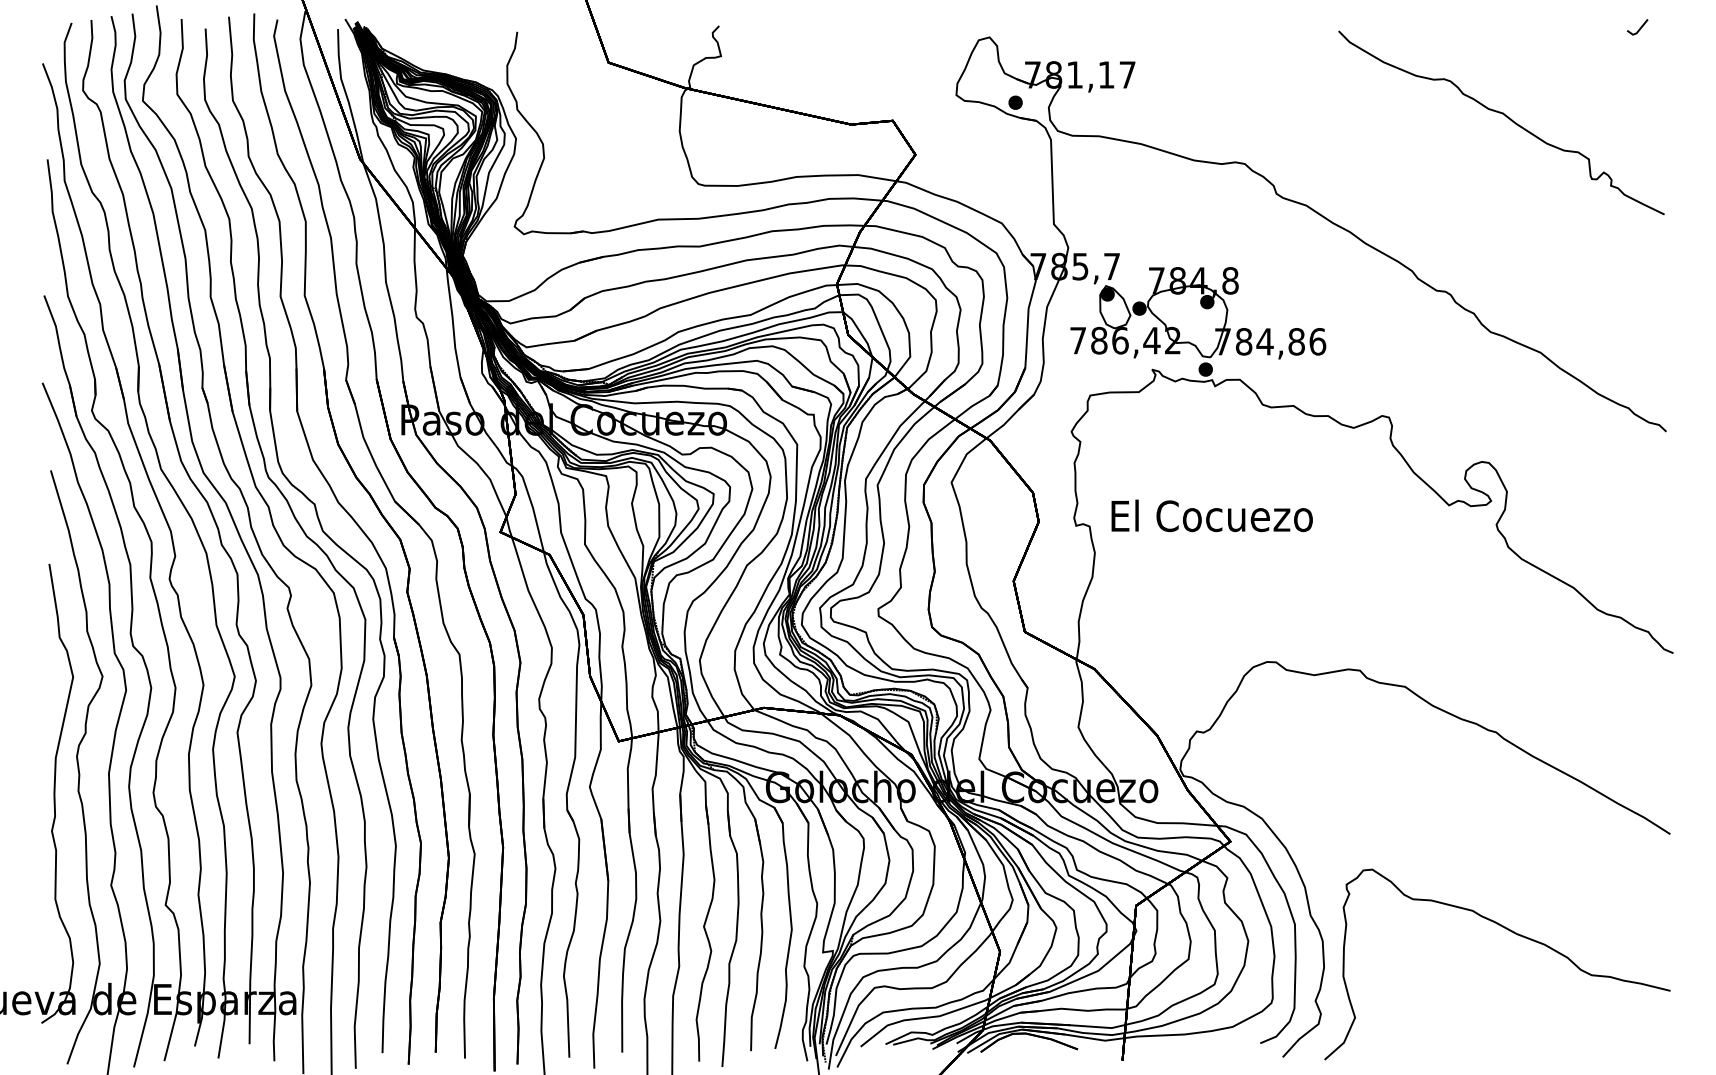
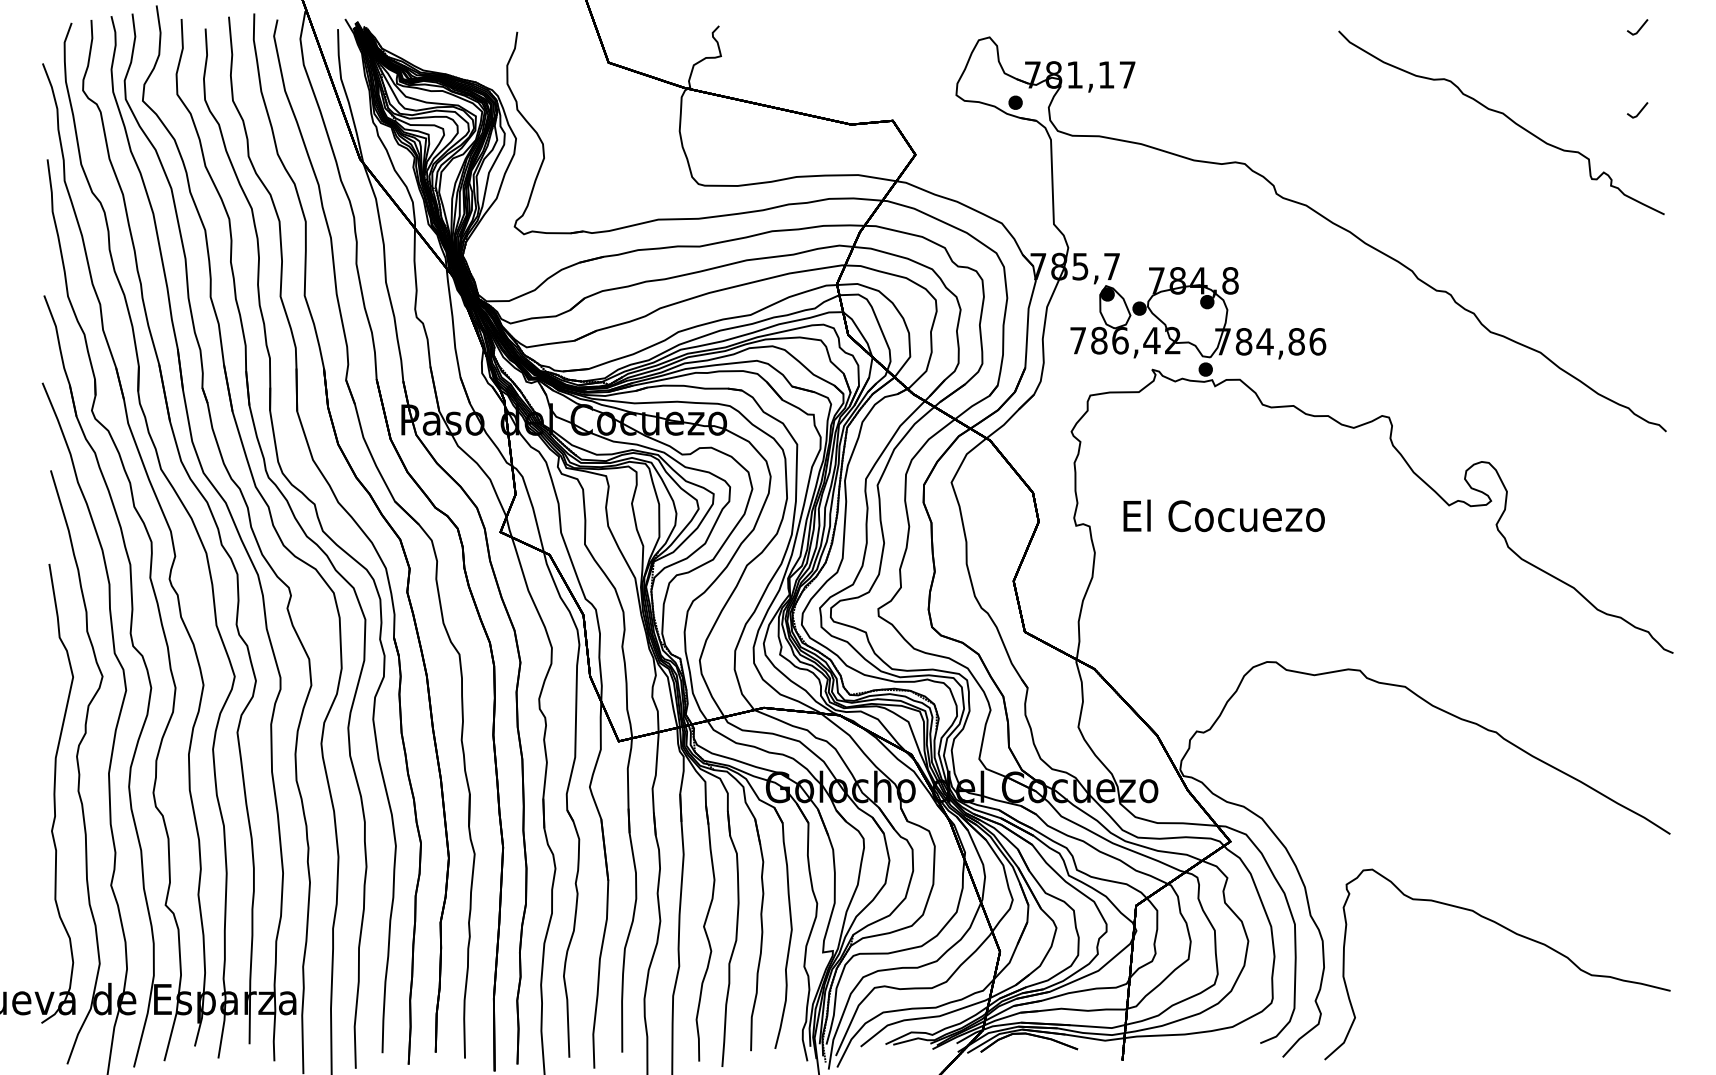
line at (1639, 111): none -> present
text at (1211, 515) position: (1211, 515) -> (1223, 515)
